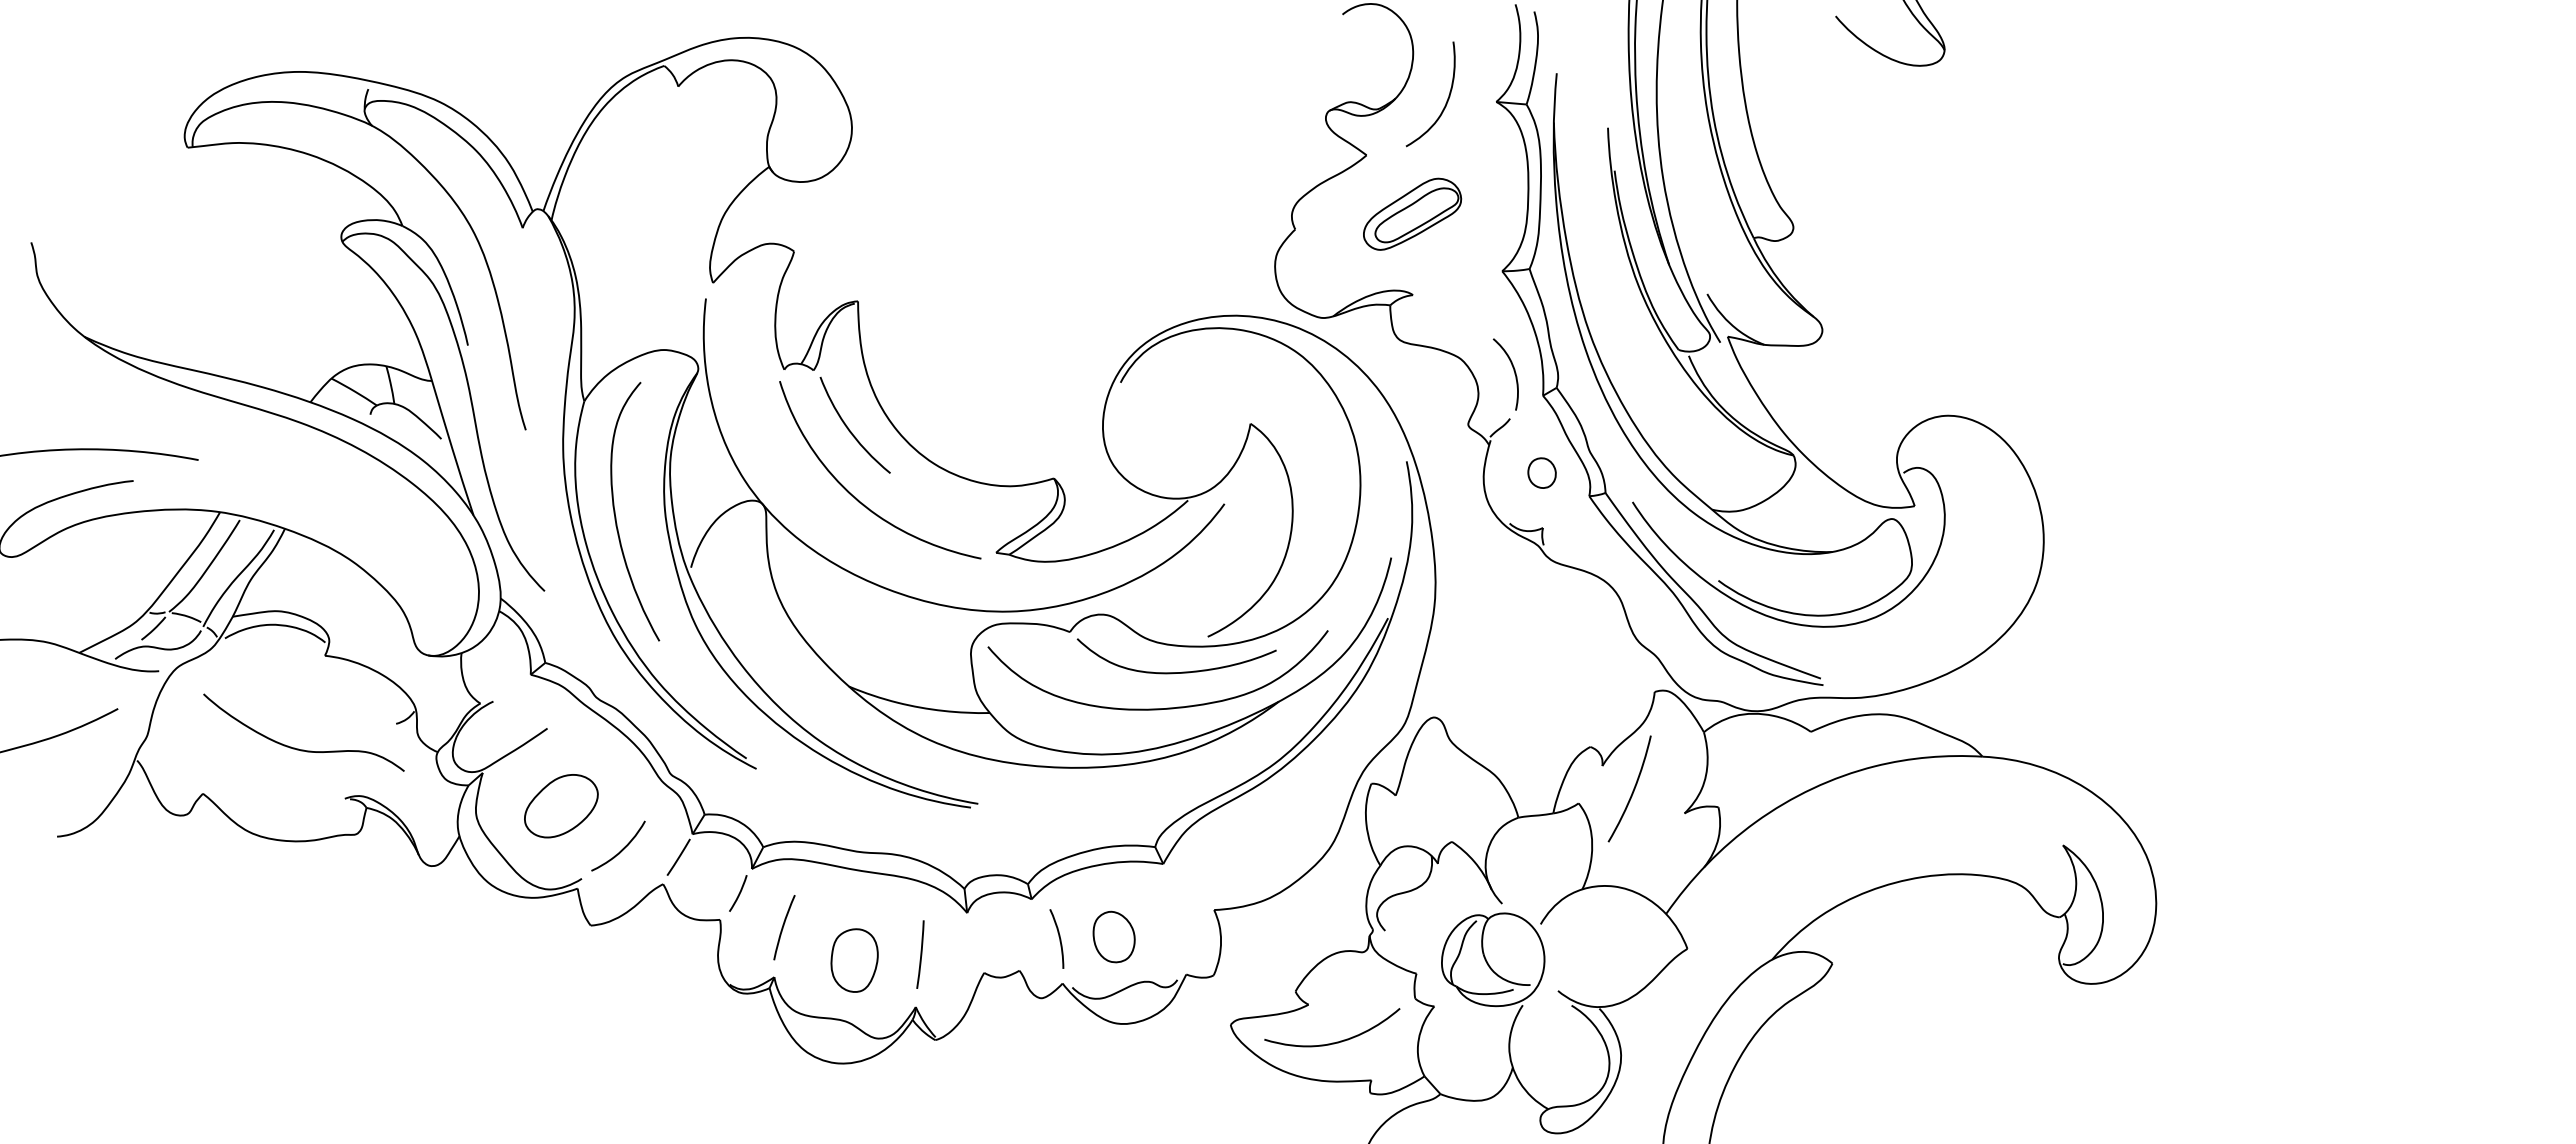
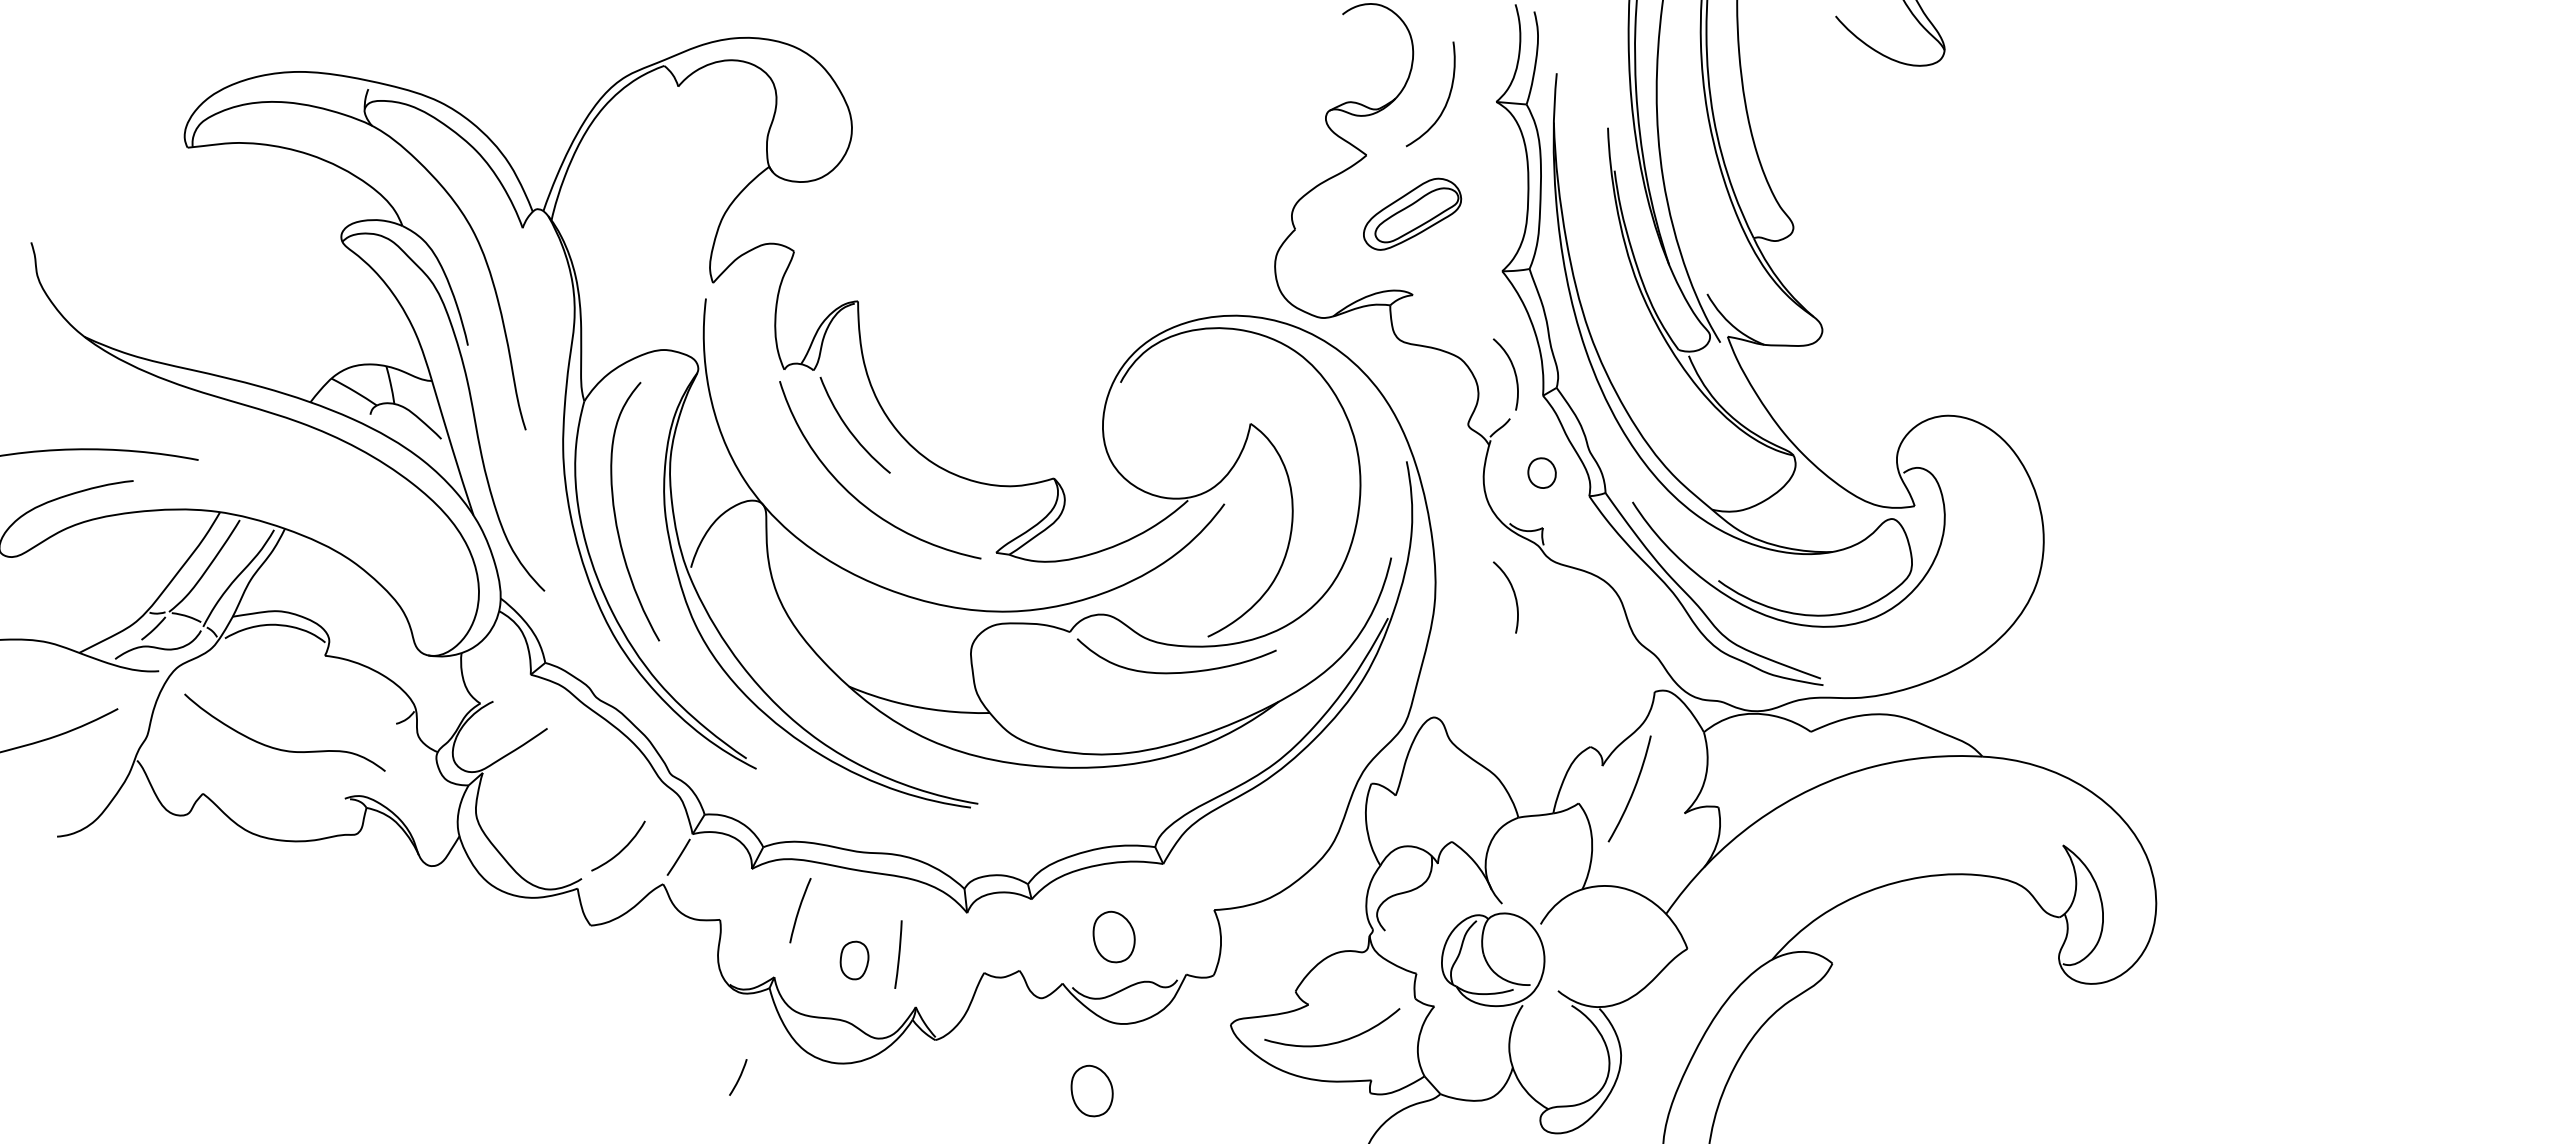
curve at (1513, 593): none -> present
curve at (1157, 708): present -> none
curve at (298, 748) position: (298, 748) -> (279, 748)
part at (561, 806): present -> none
curve at (738, 893) position: (738, 893) -> (738, 1077)
curve at (783, 927) position: (783, 927) -> (799, 910)
curve at (1058, 936): present -> none
line at (920, 954) position: (920, 954) -> (898, 954)
part at (854, 960) size: 49x65 px -> 31x41 px
part at (1091, 1090): none -> present
